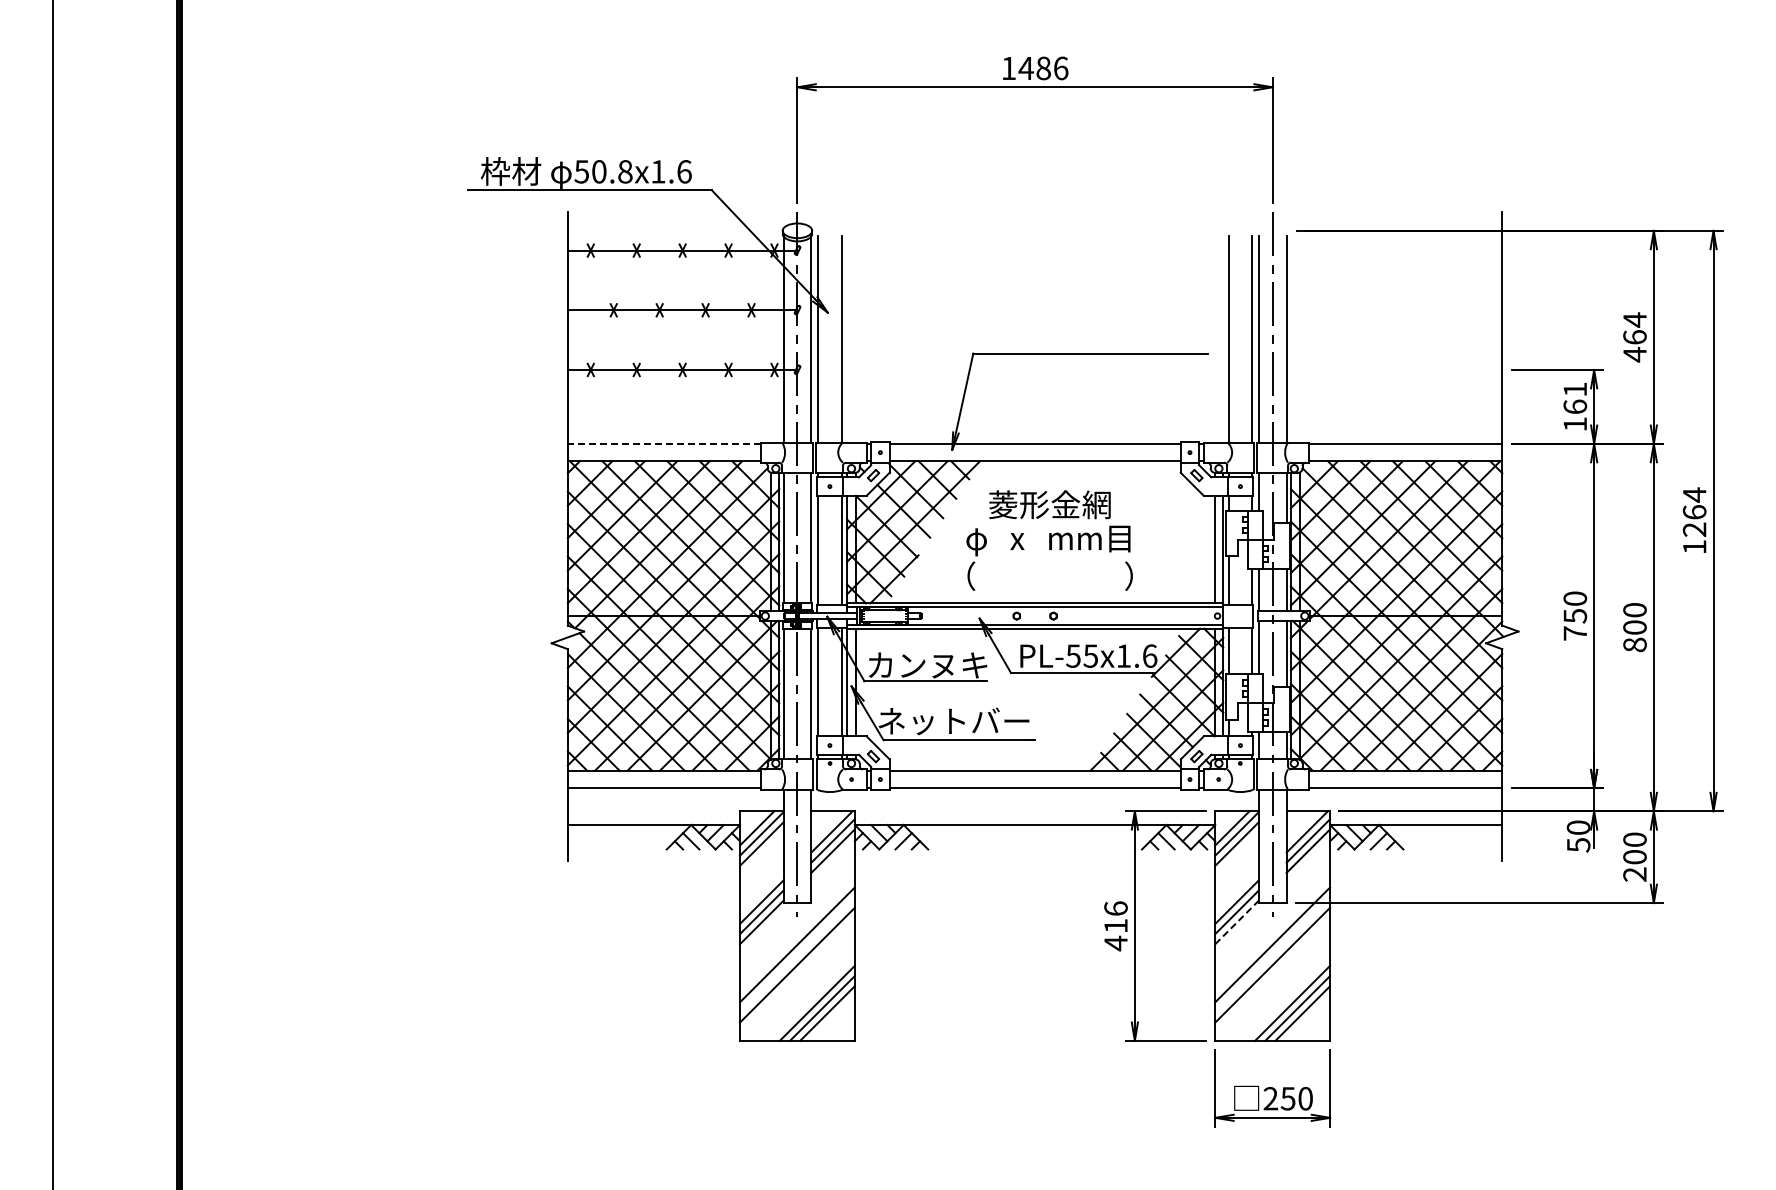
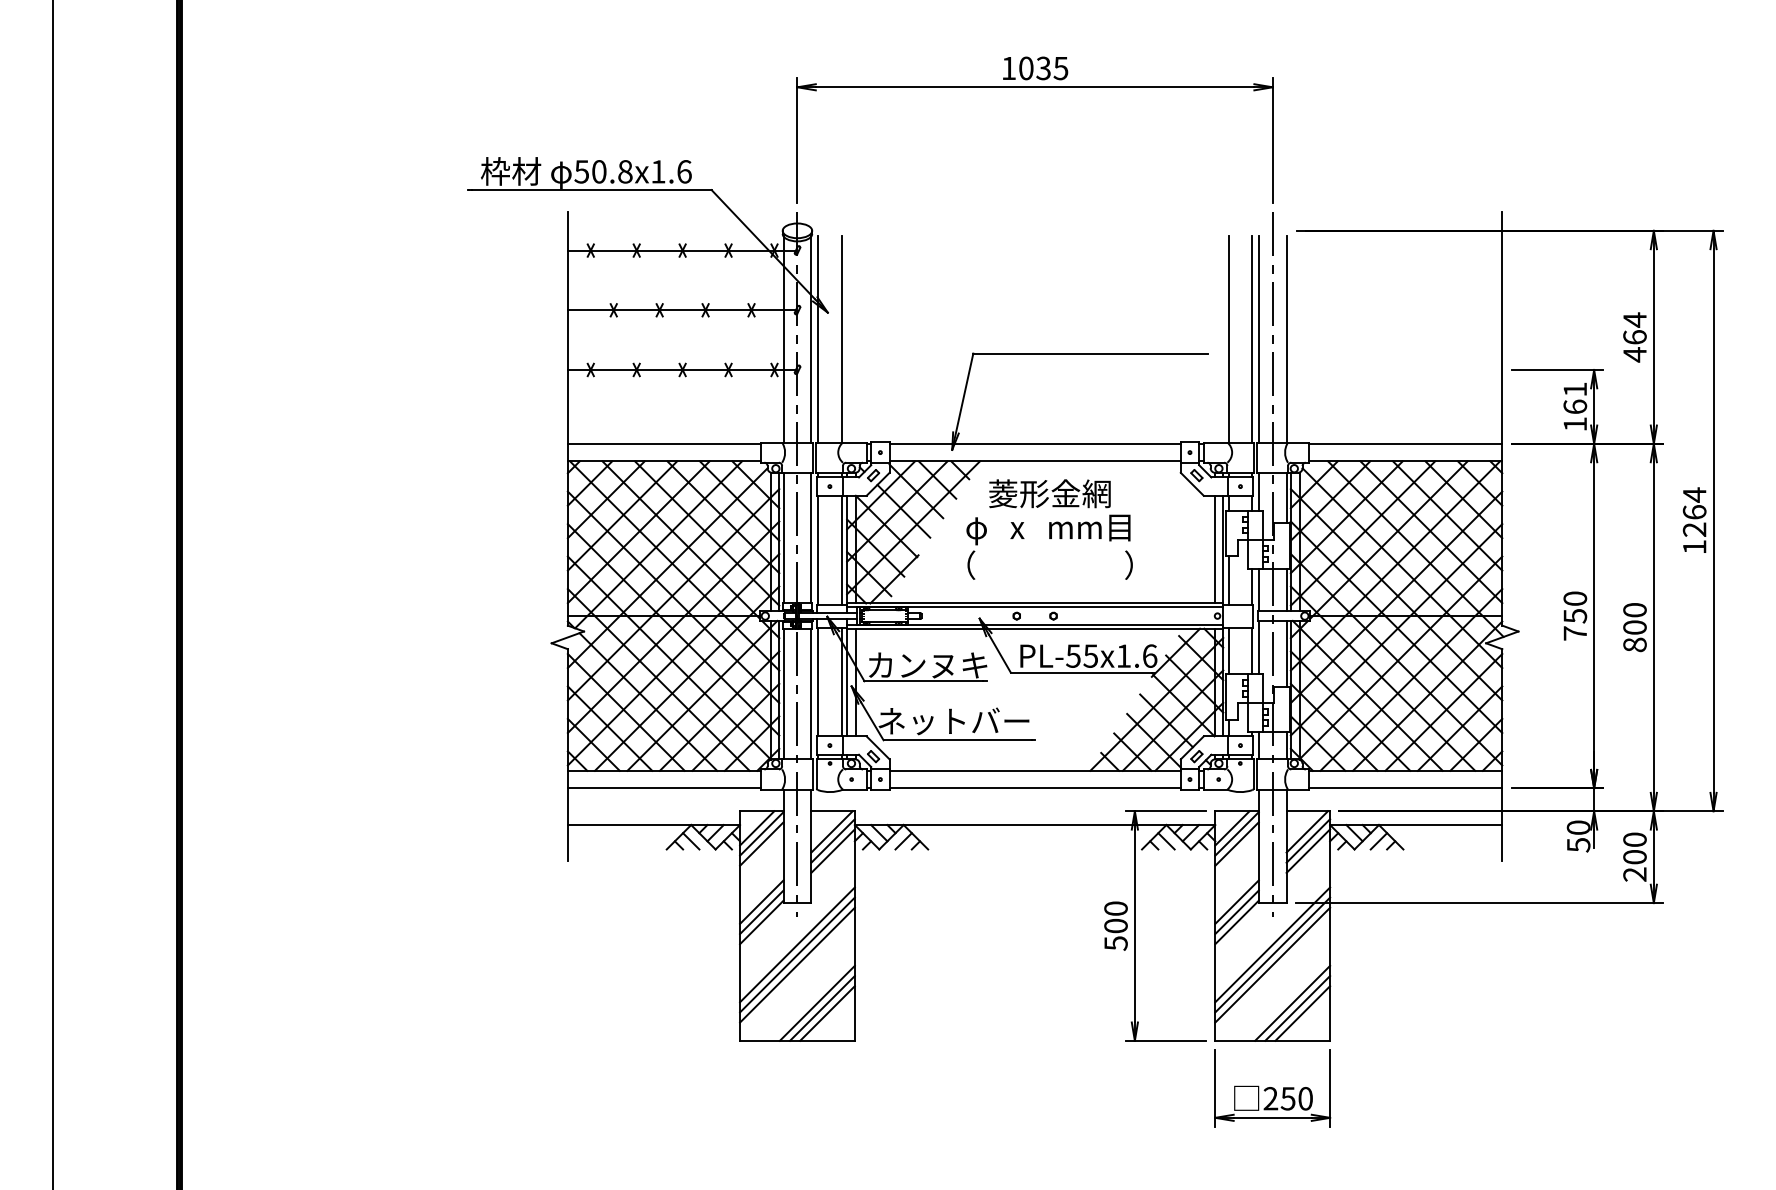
text at (1043, 68): 1486 -> 1035
line at (663, 443): dashed -> solid
text at (1049, 540) position: (1049, 540) -> (1049, 529)
line at (1237, 922): dashed -> solid
text at (1115, 926): 416 -> 500
line at (797, 954): none -> present
line at (1272, 954): none -> present
